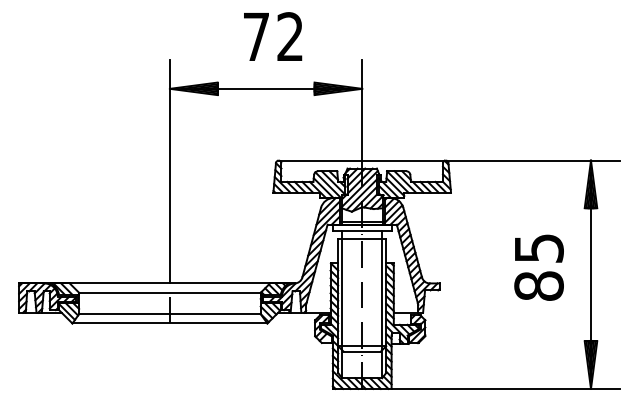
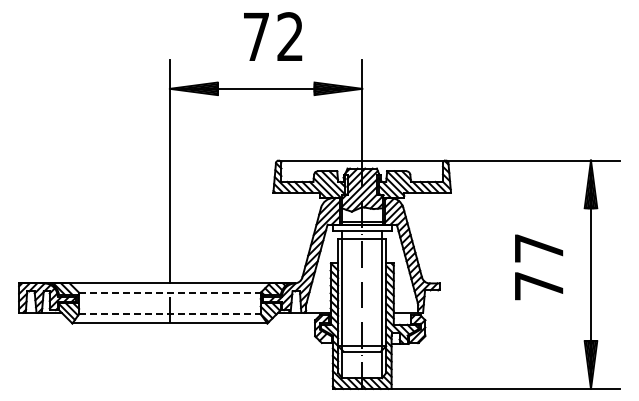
text at (538, 267): 85 -> 77
line at (169, 292): solid -> dashed
line at (169, 314): solid -> dashed
